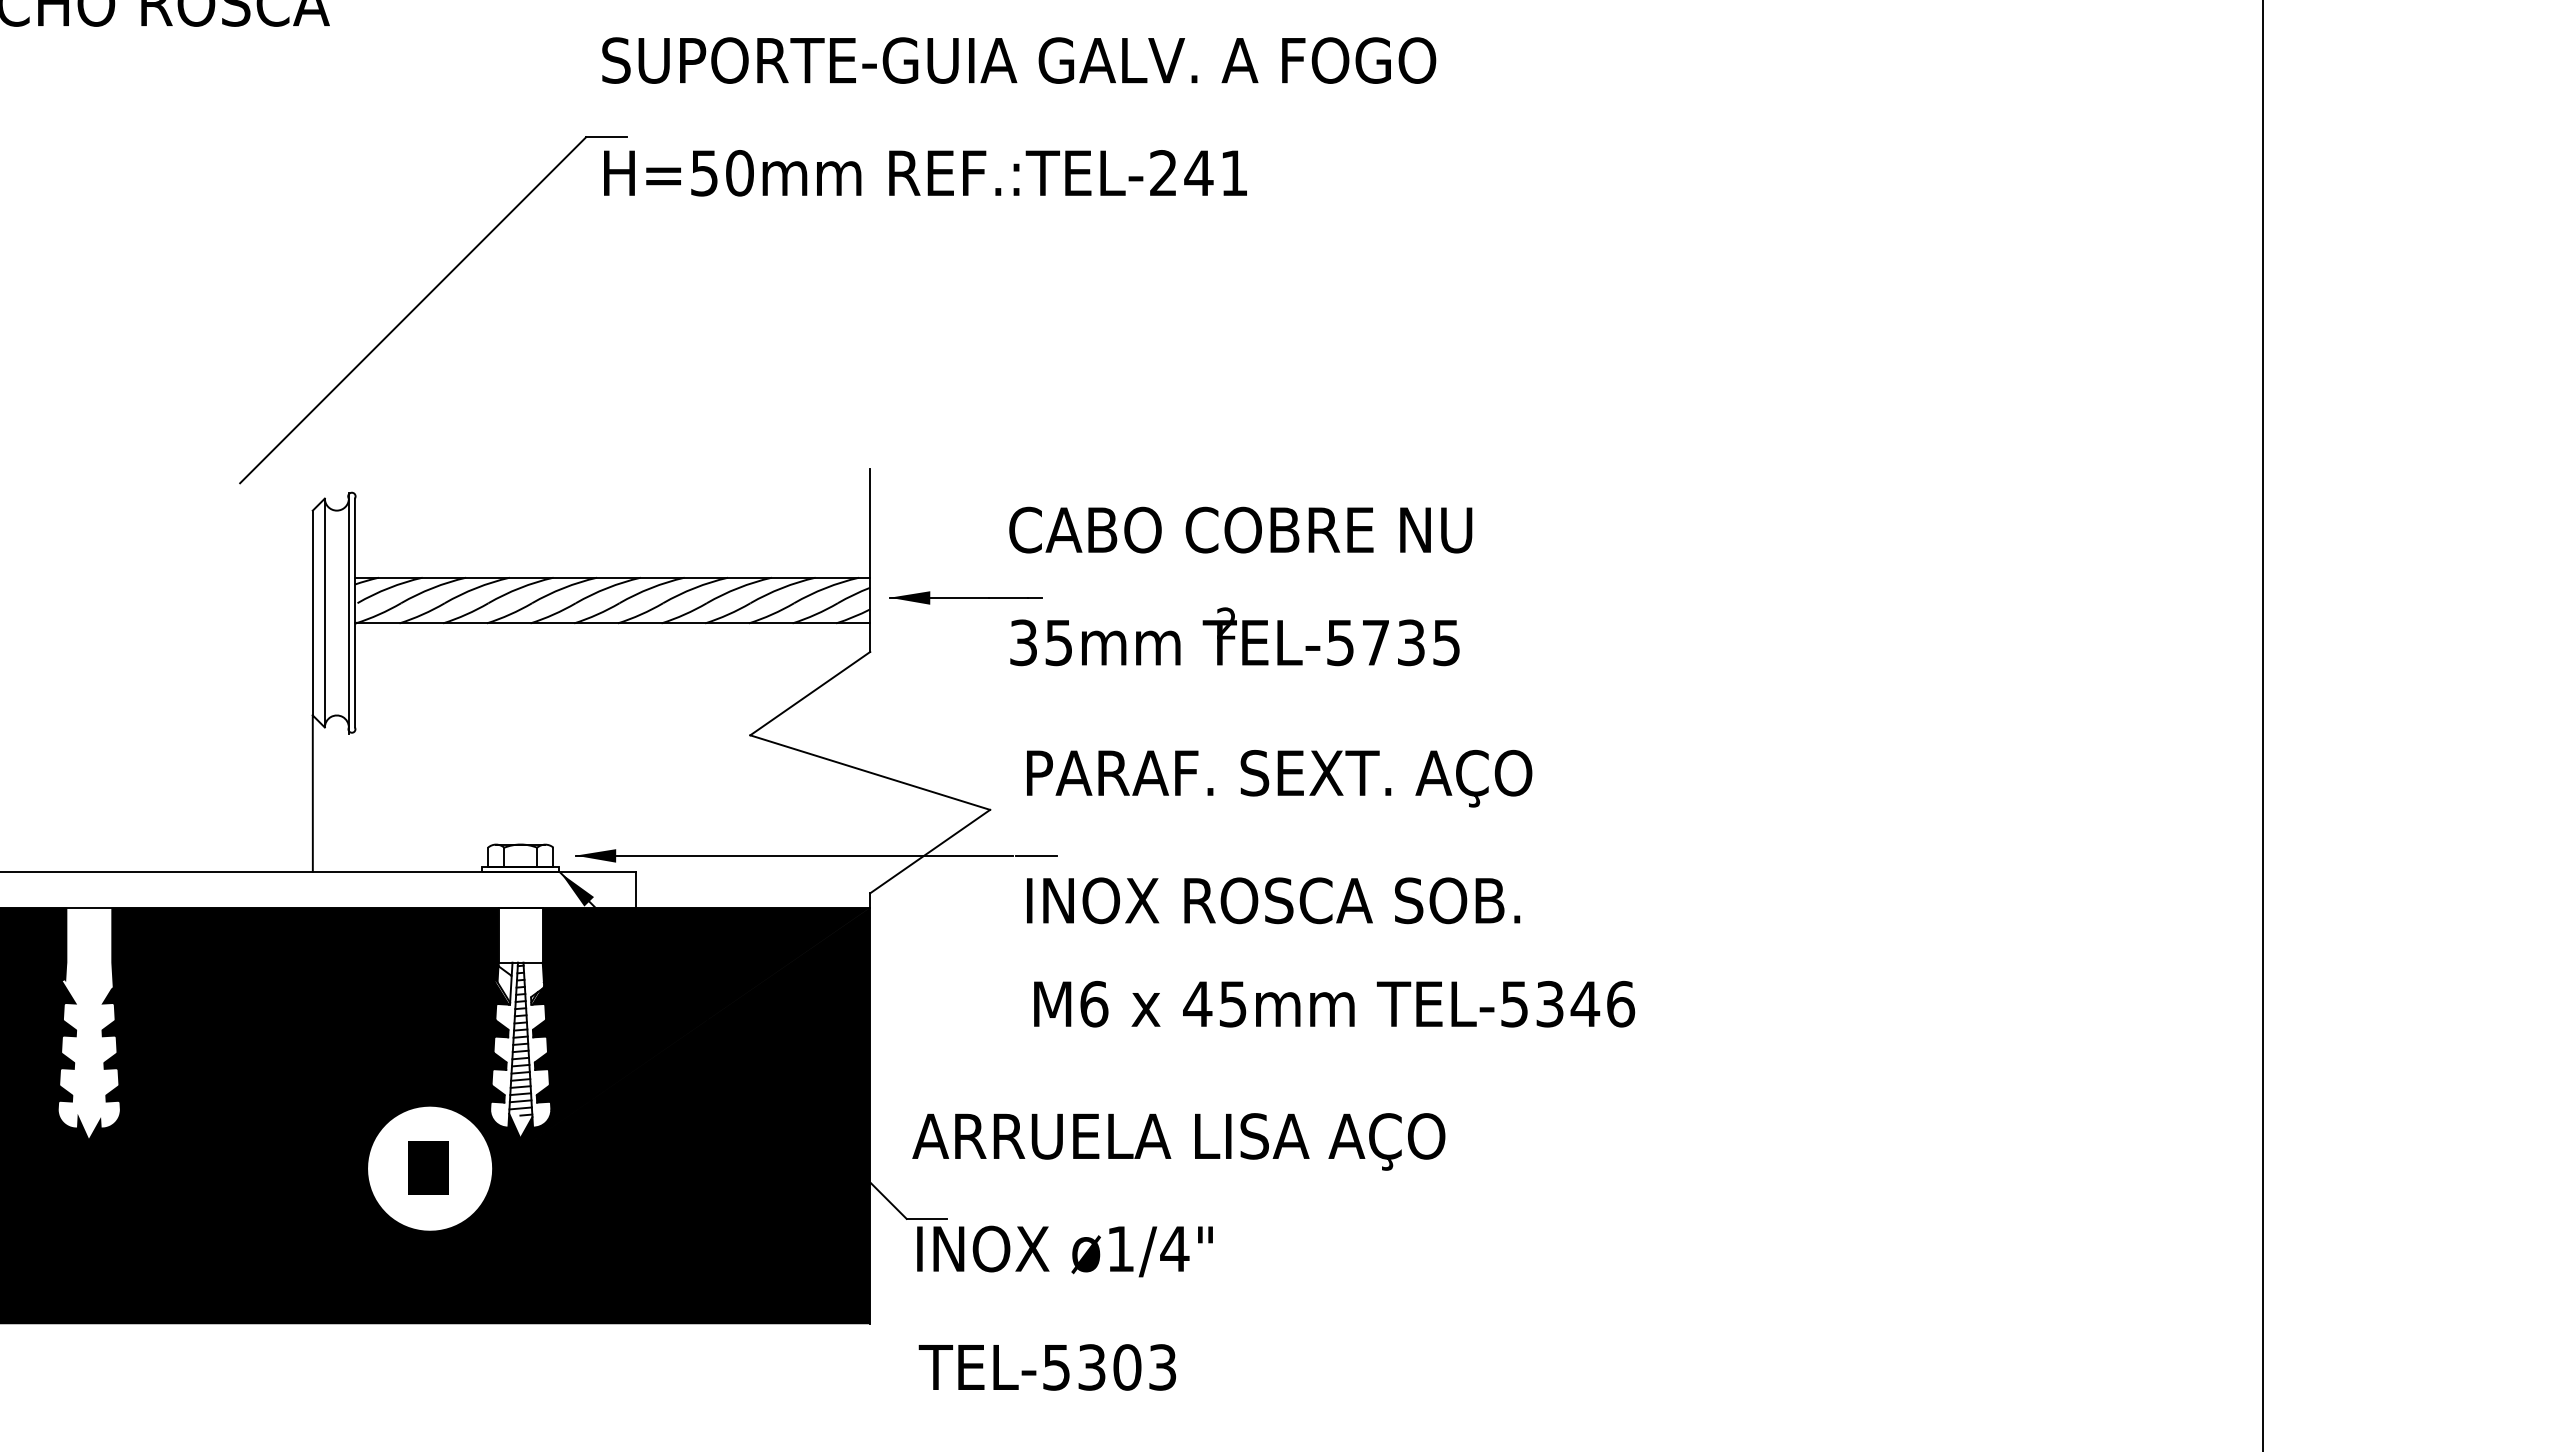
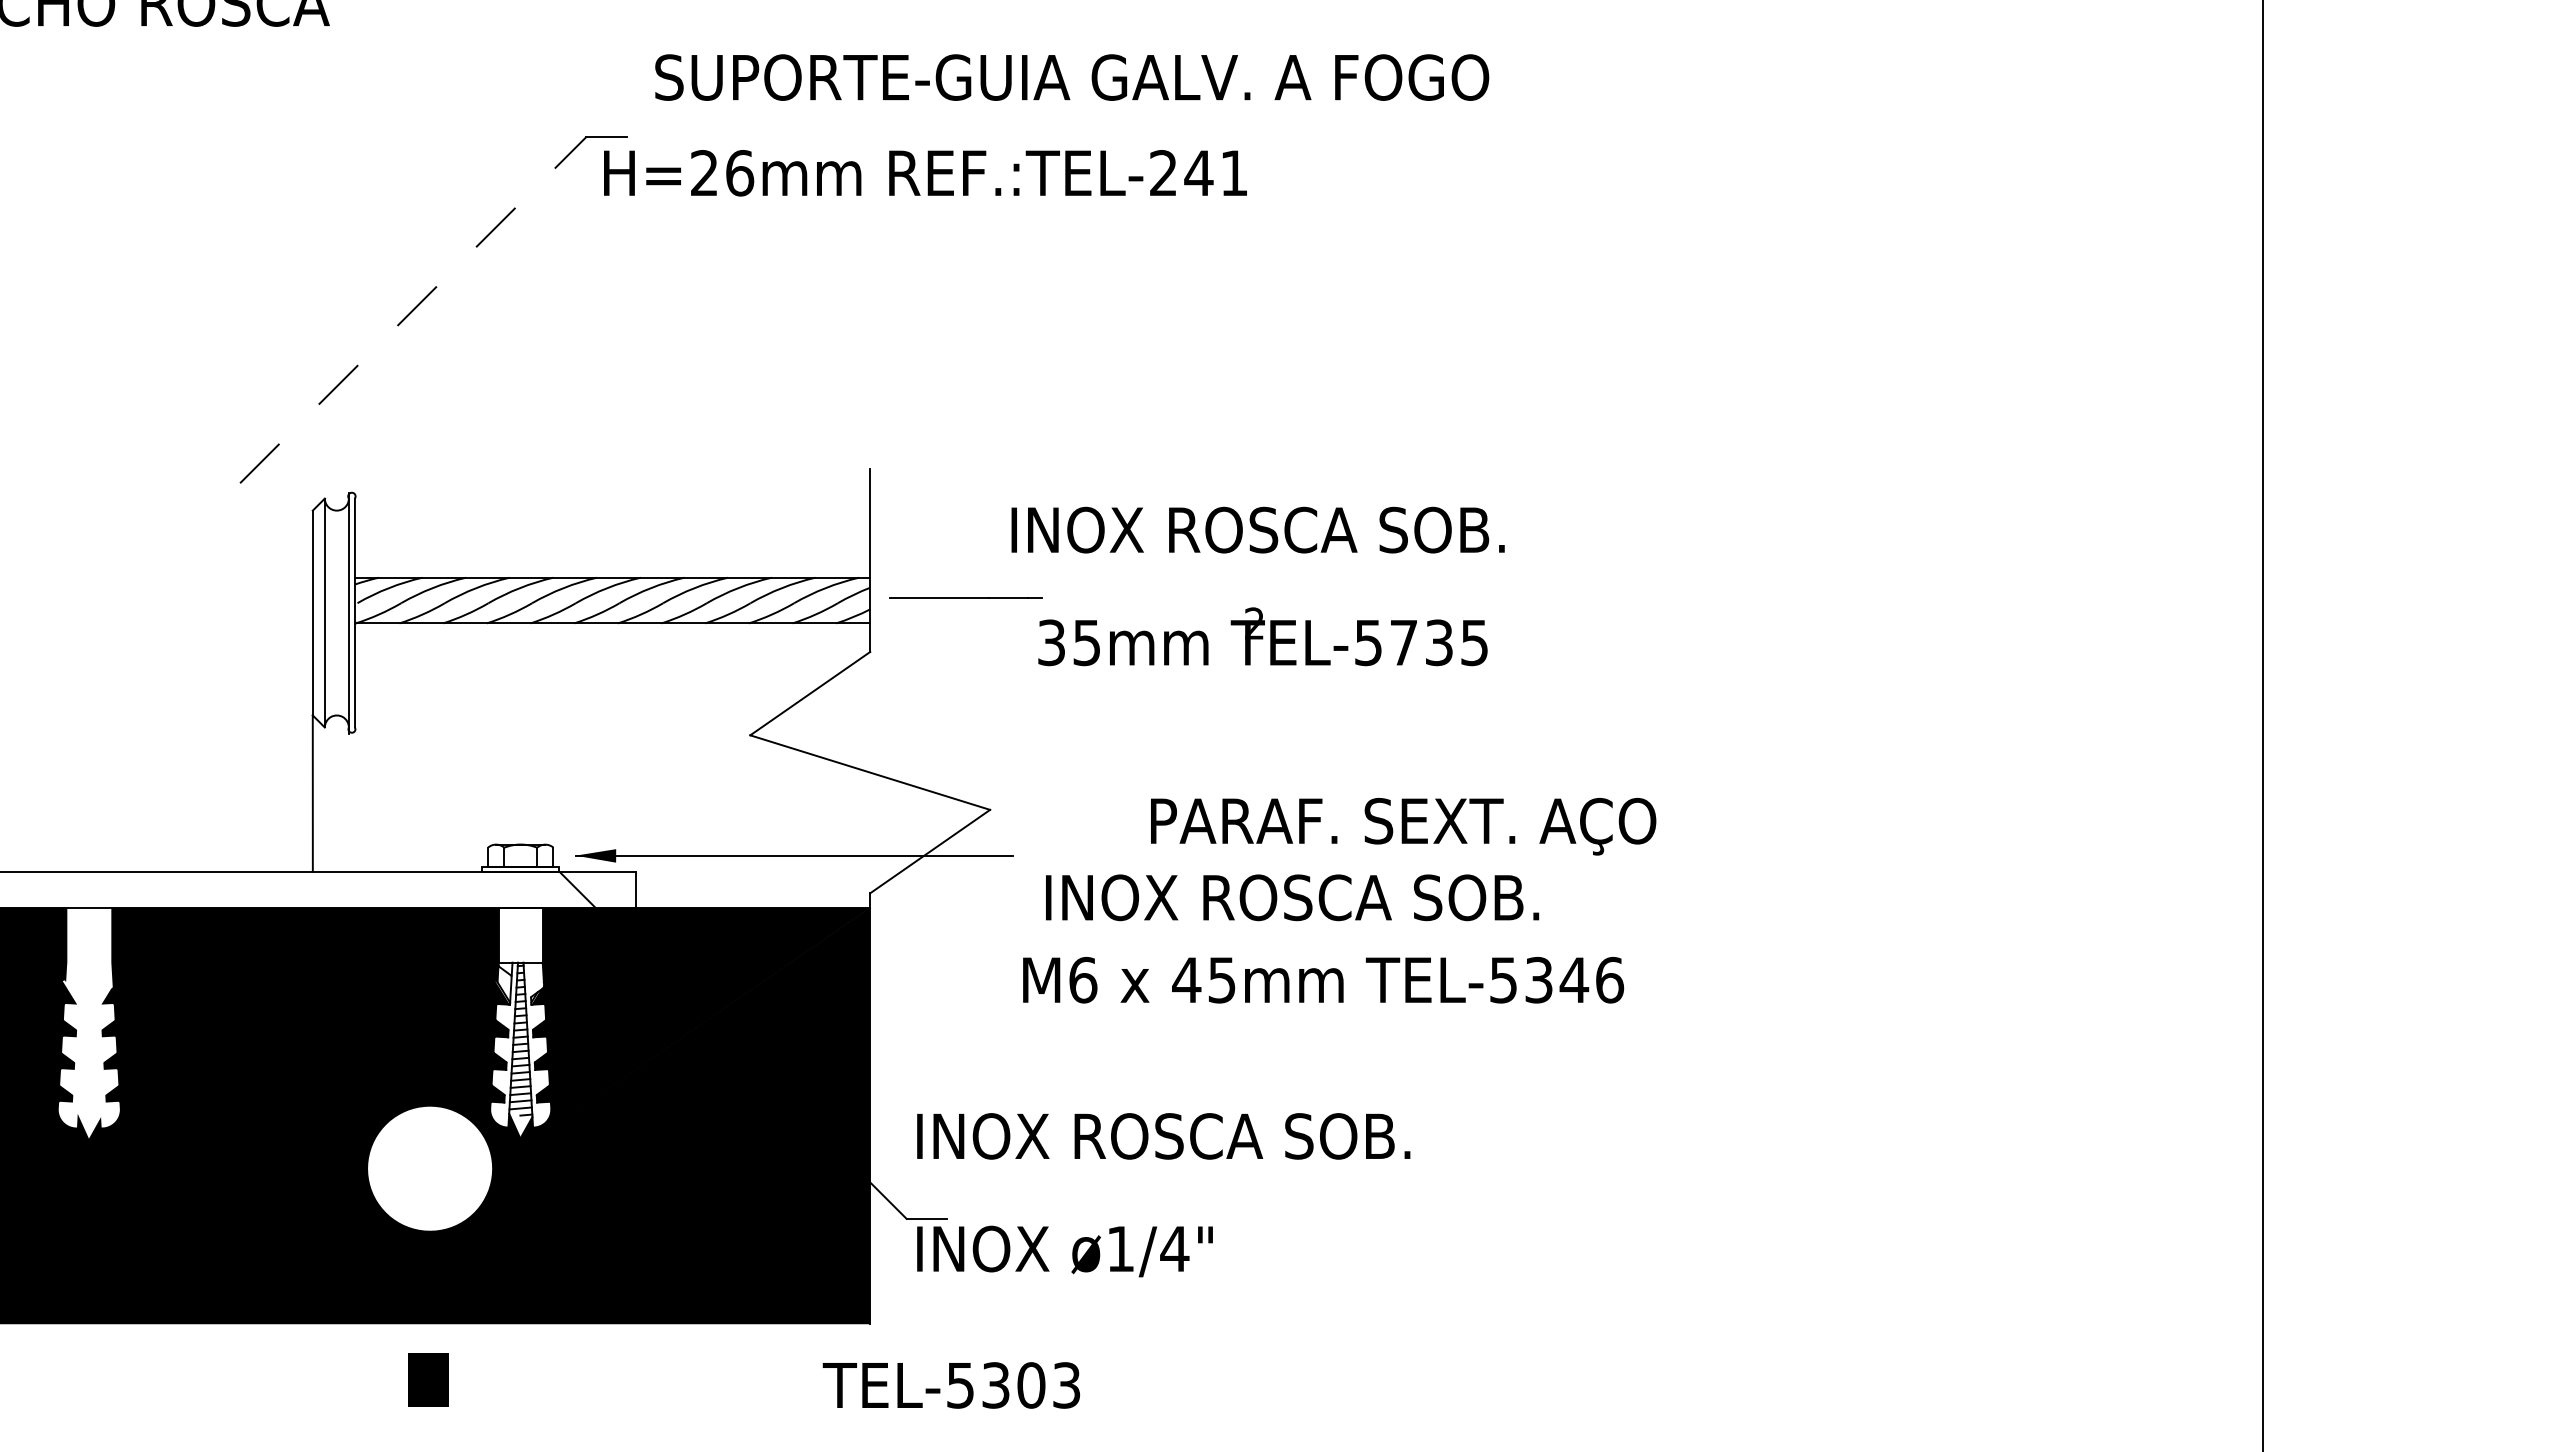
text at (1019, 60) position: (1019, 60) -> (1072, 77)
text at (722, 173): H=50mm -> H=26mm
line at (413, 310): solid -> dashed
text at (1256, 529): CABO COBRE NU -> INOX ROSCA SOB.
fill at (909, 597): present -> none
text at (1234, 636) position: (1234, 636) -> (1262, 636)
text at (1279, 778) position: (1279, 778) -> (1403, 826)
line at (1036, 855): present -> none
fill at (577, 889): present -> none
text at (1273, 900) position: (1273, 900) -> (1292, 897)
text at (1334, 1004) position: (1334, 1004) -> (1323, 980)
text at (1178, 1141): ARRUELA LISA AÇO -> INOX ROSCA SOB.
part at (428, 1167) position: (428, 1167) -> (428, 1379)
text at (1046, 1367) position: (1046, 1367) -> (950, 1385)
